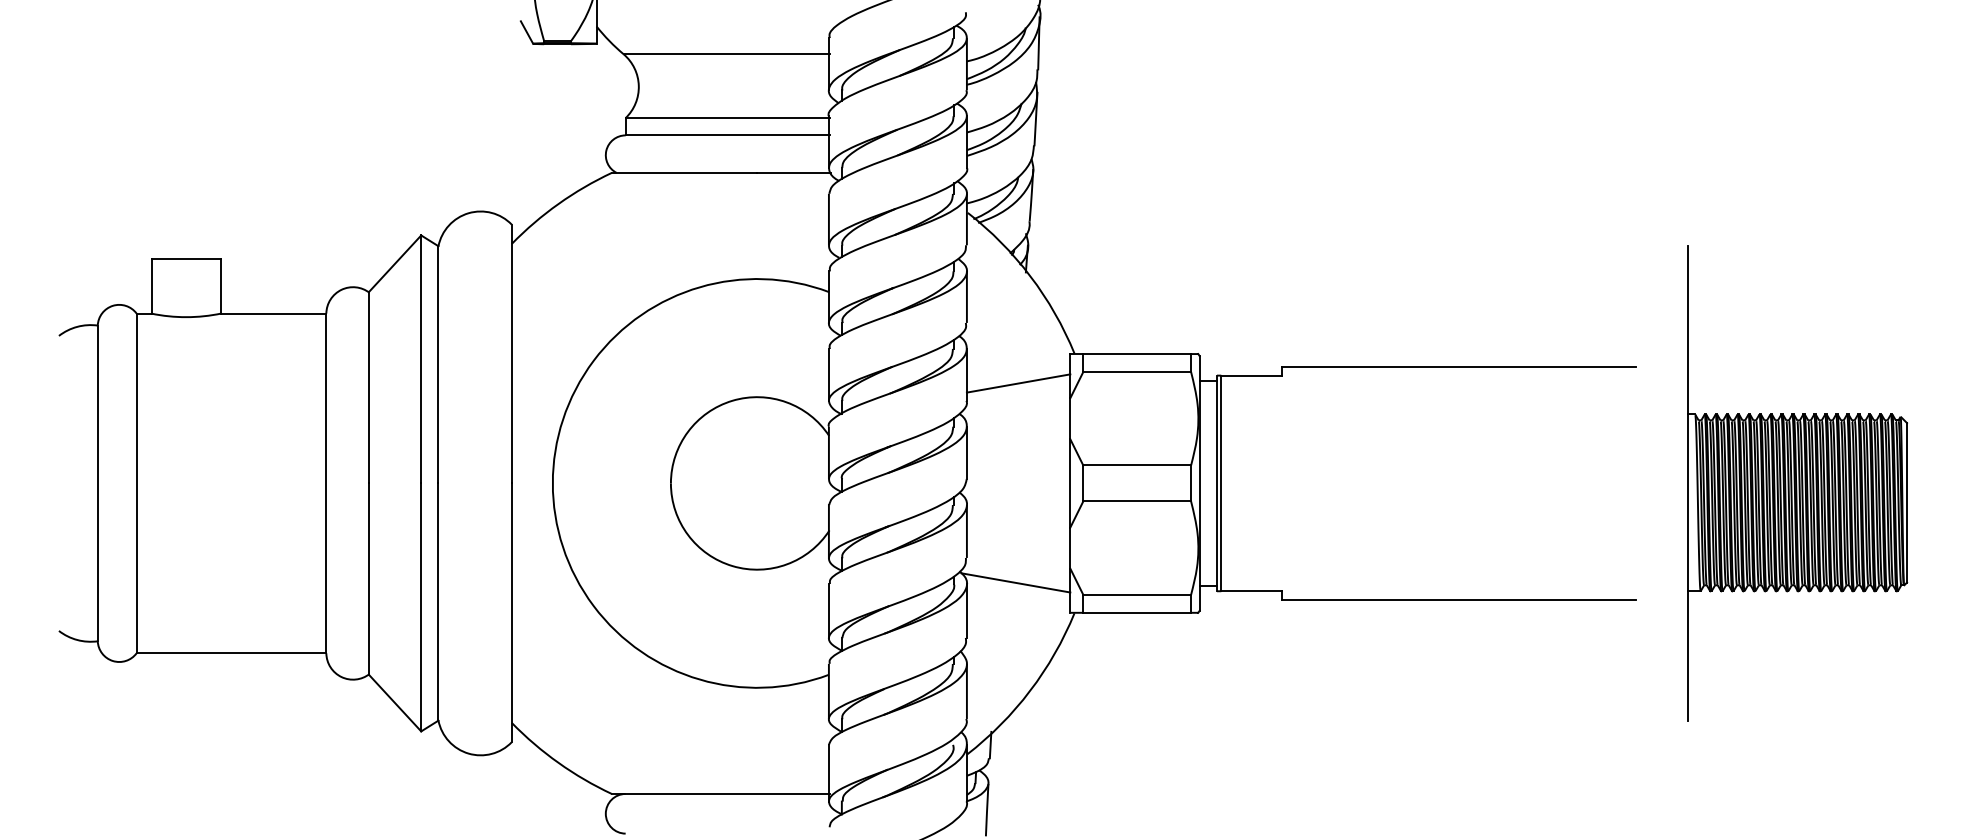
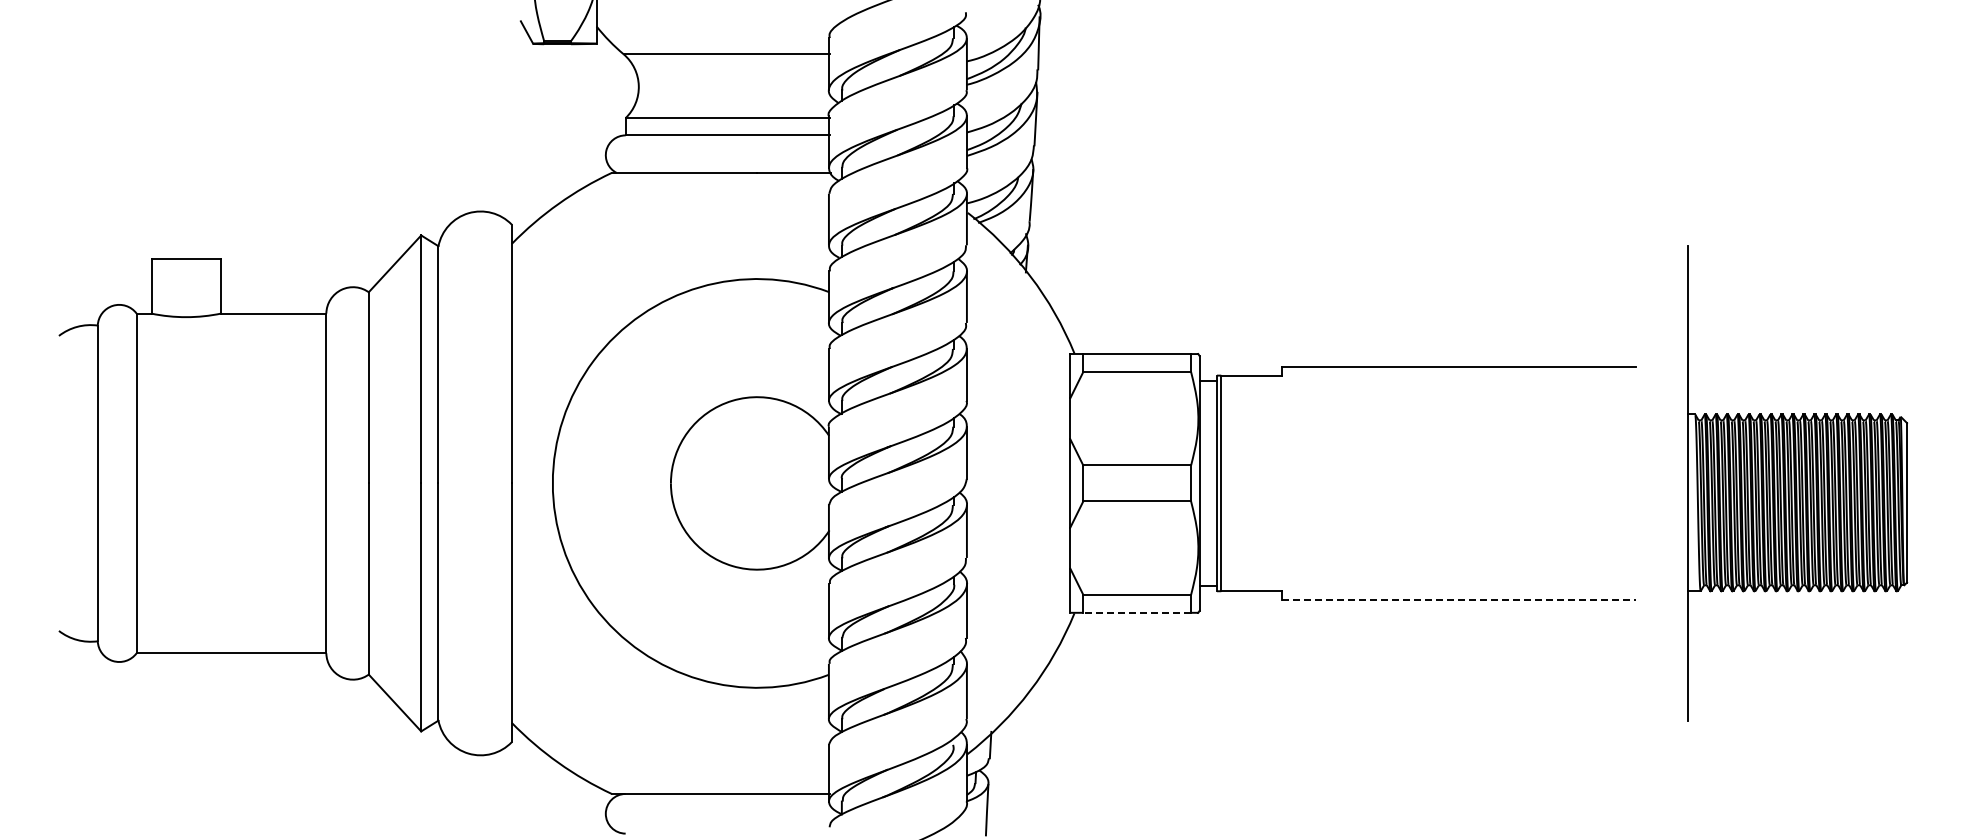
line at (1018, 383): present -> none
line at (1015, 582): present -> none
line at (1459, 599): solid -> dashed
line at (1137, 612): solid -> dashed
